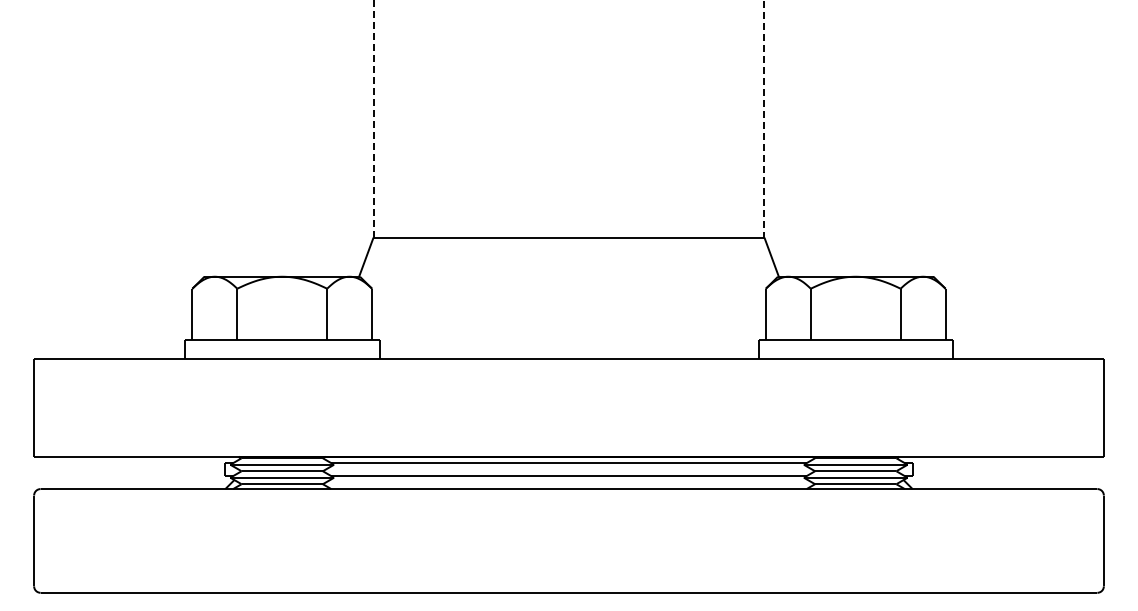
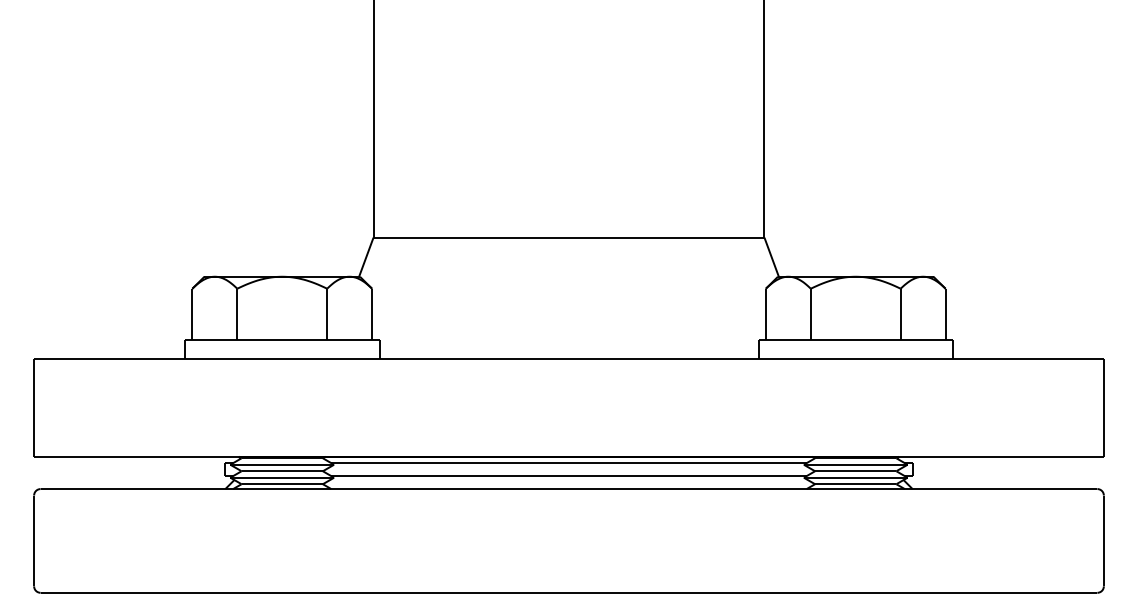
line at (373, 118): dashed -> solid
line at (764, 119): dashed -> solid
